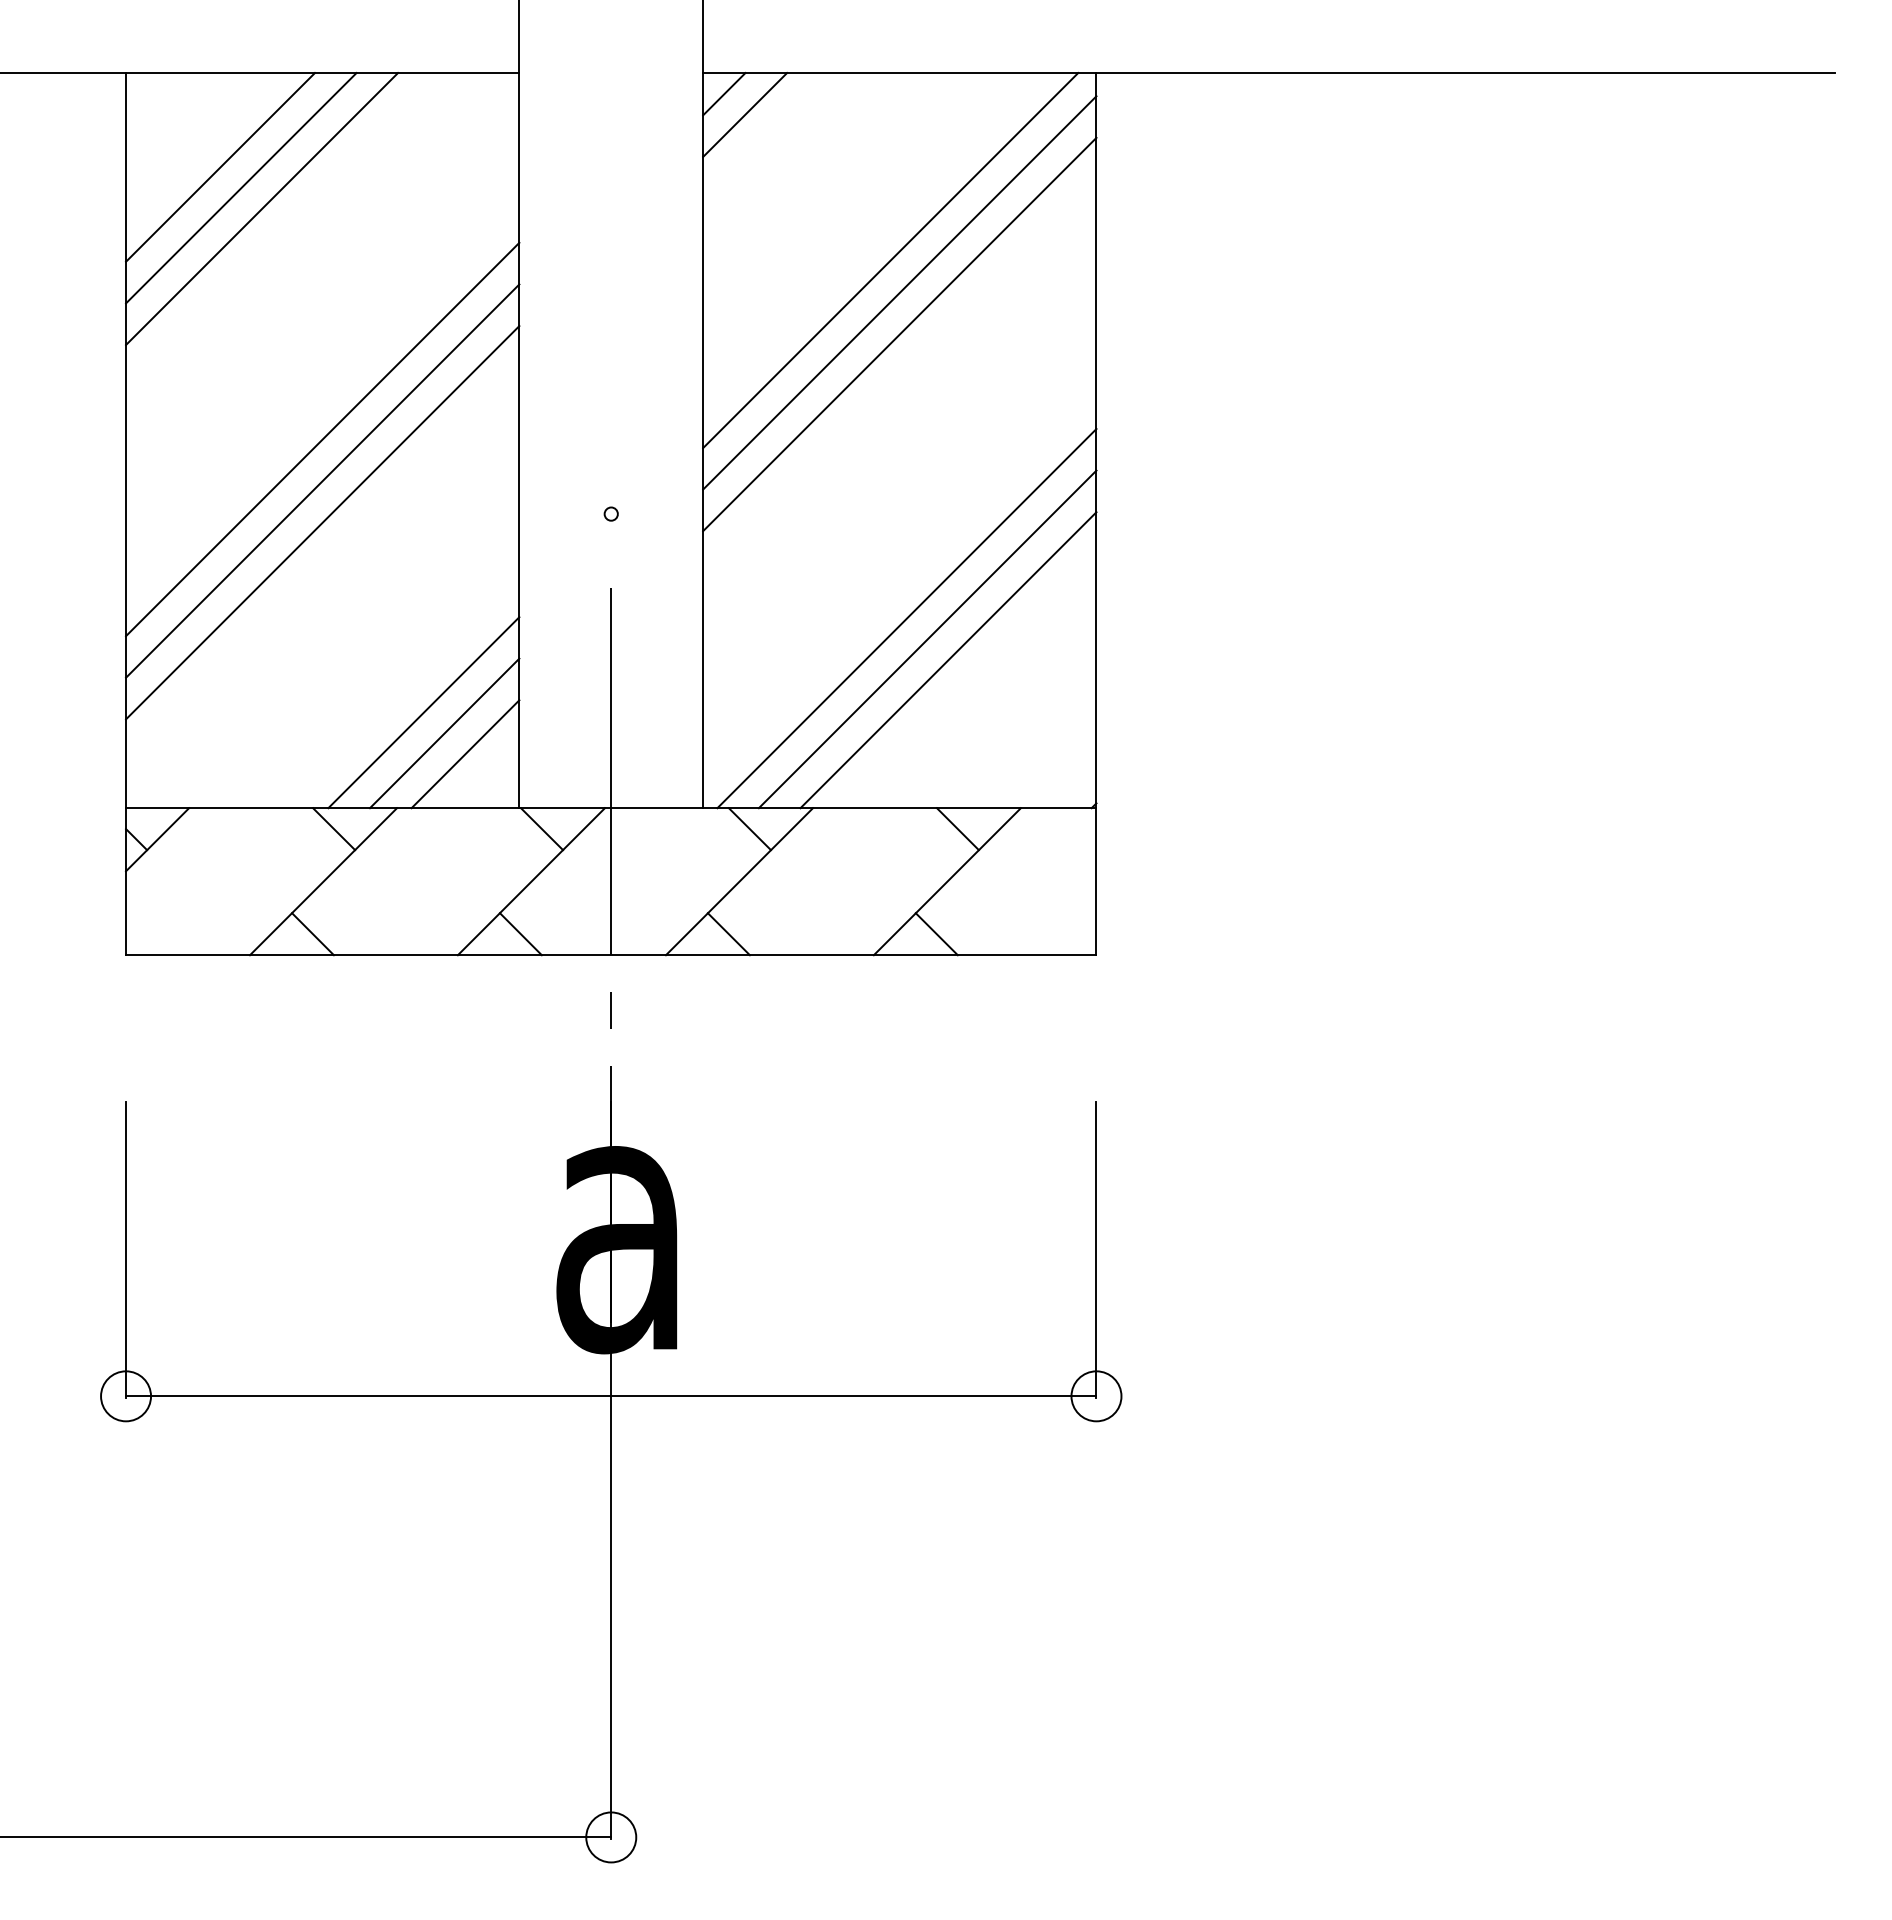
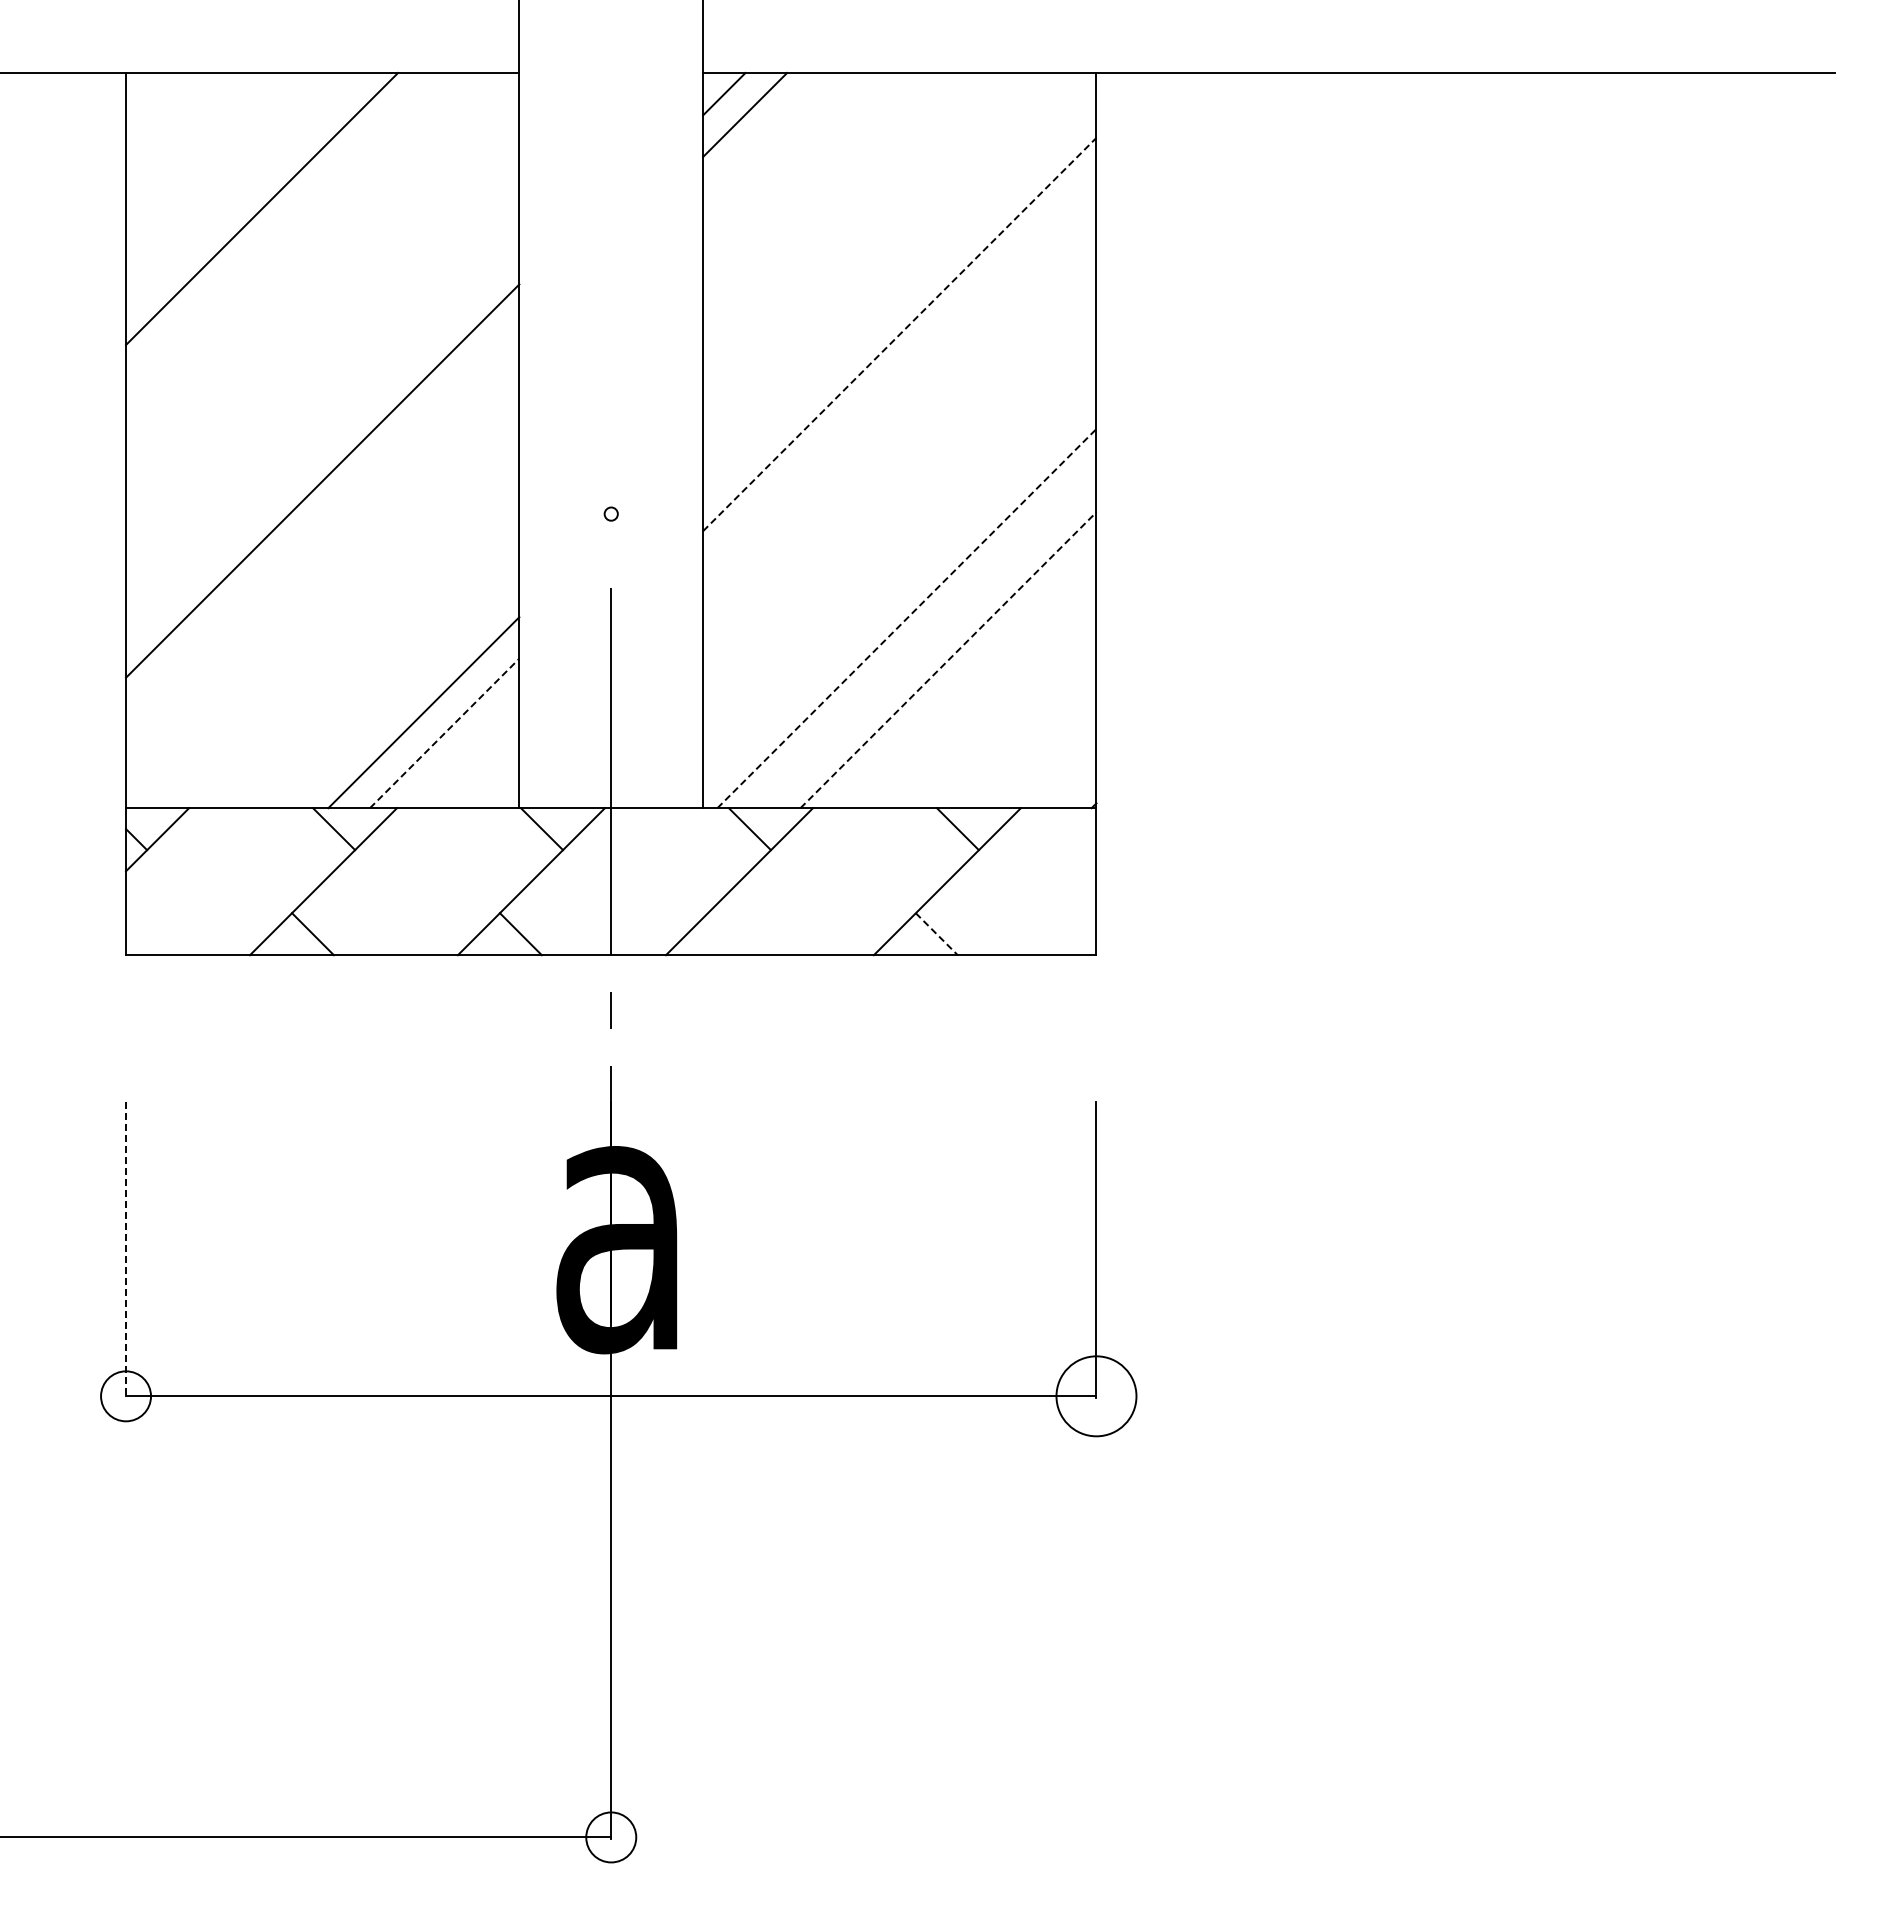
line at (220, 167): present -> none
line at (241, 188): present -> none
line at (890, 260): present -> none
line at (899, 292): present -> none
line at (900, 334): solid -> dashed
line at (322, 439): present -> none
line at (322, 522): present -> none
line at (907, 618): solid -> dashed
line at (927, 639): present -> none
line at (948, 659): solid -> dashed
line at (444, 733): solid -> dashed
line at (465, 754): present -> none
line at (728, 934): present -> none
line at (936, 934): solid -> dashed
line at (126, 1250): solid -> dashed
circle at (1096, 1396) diameter: 50 px -> 80 px
